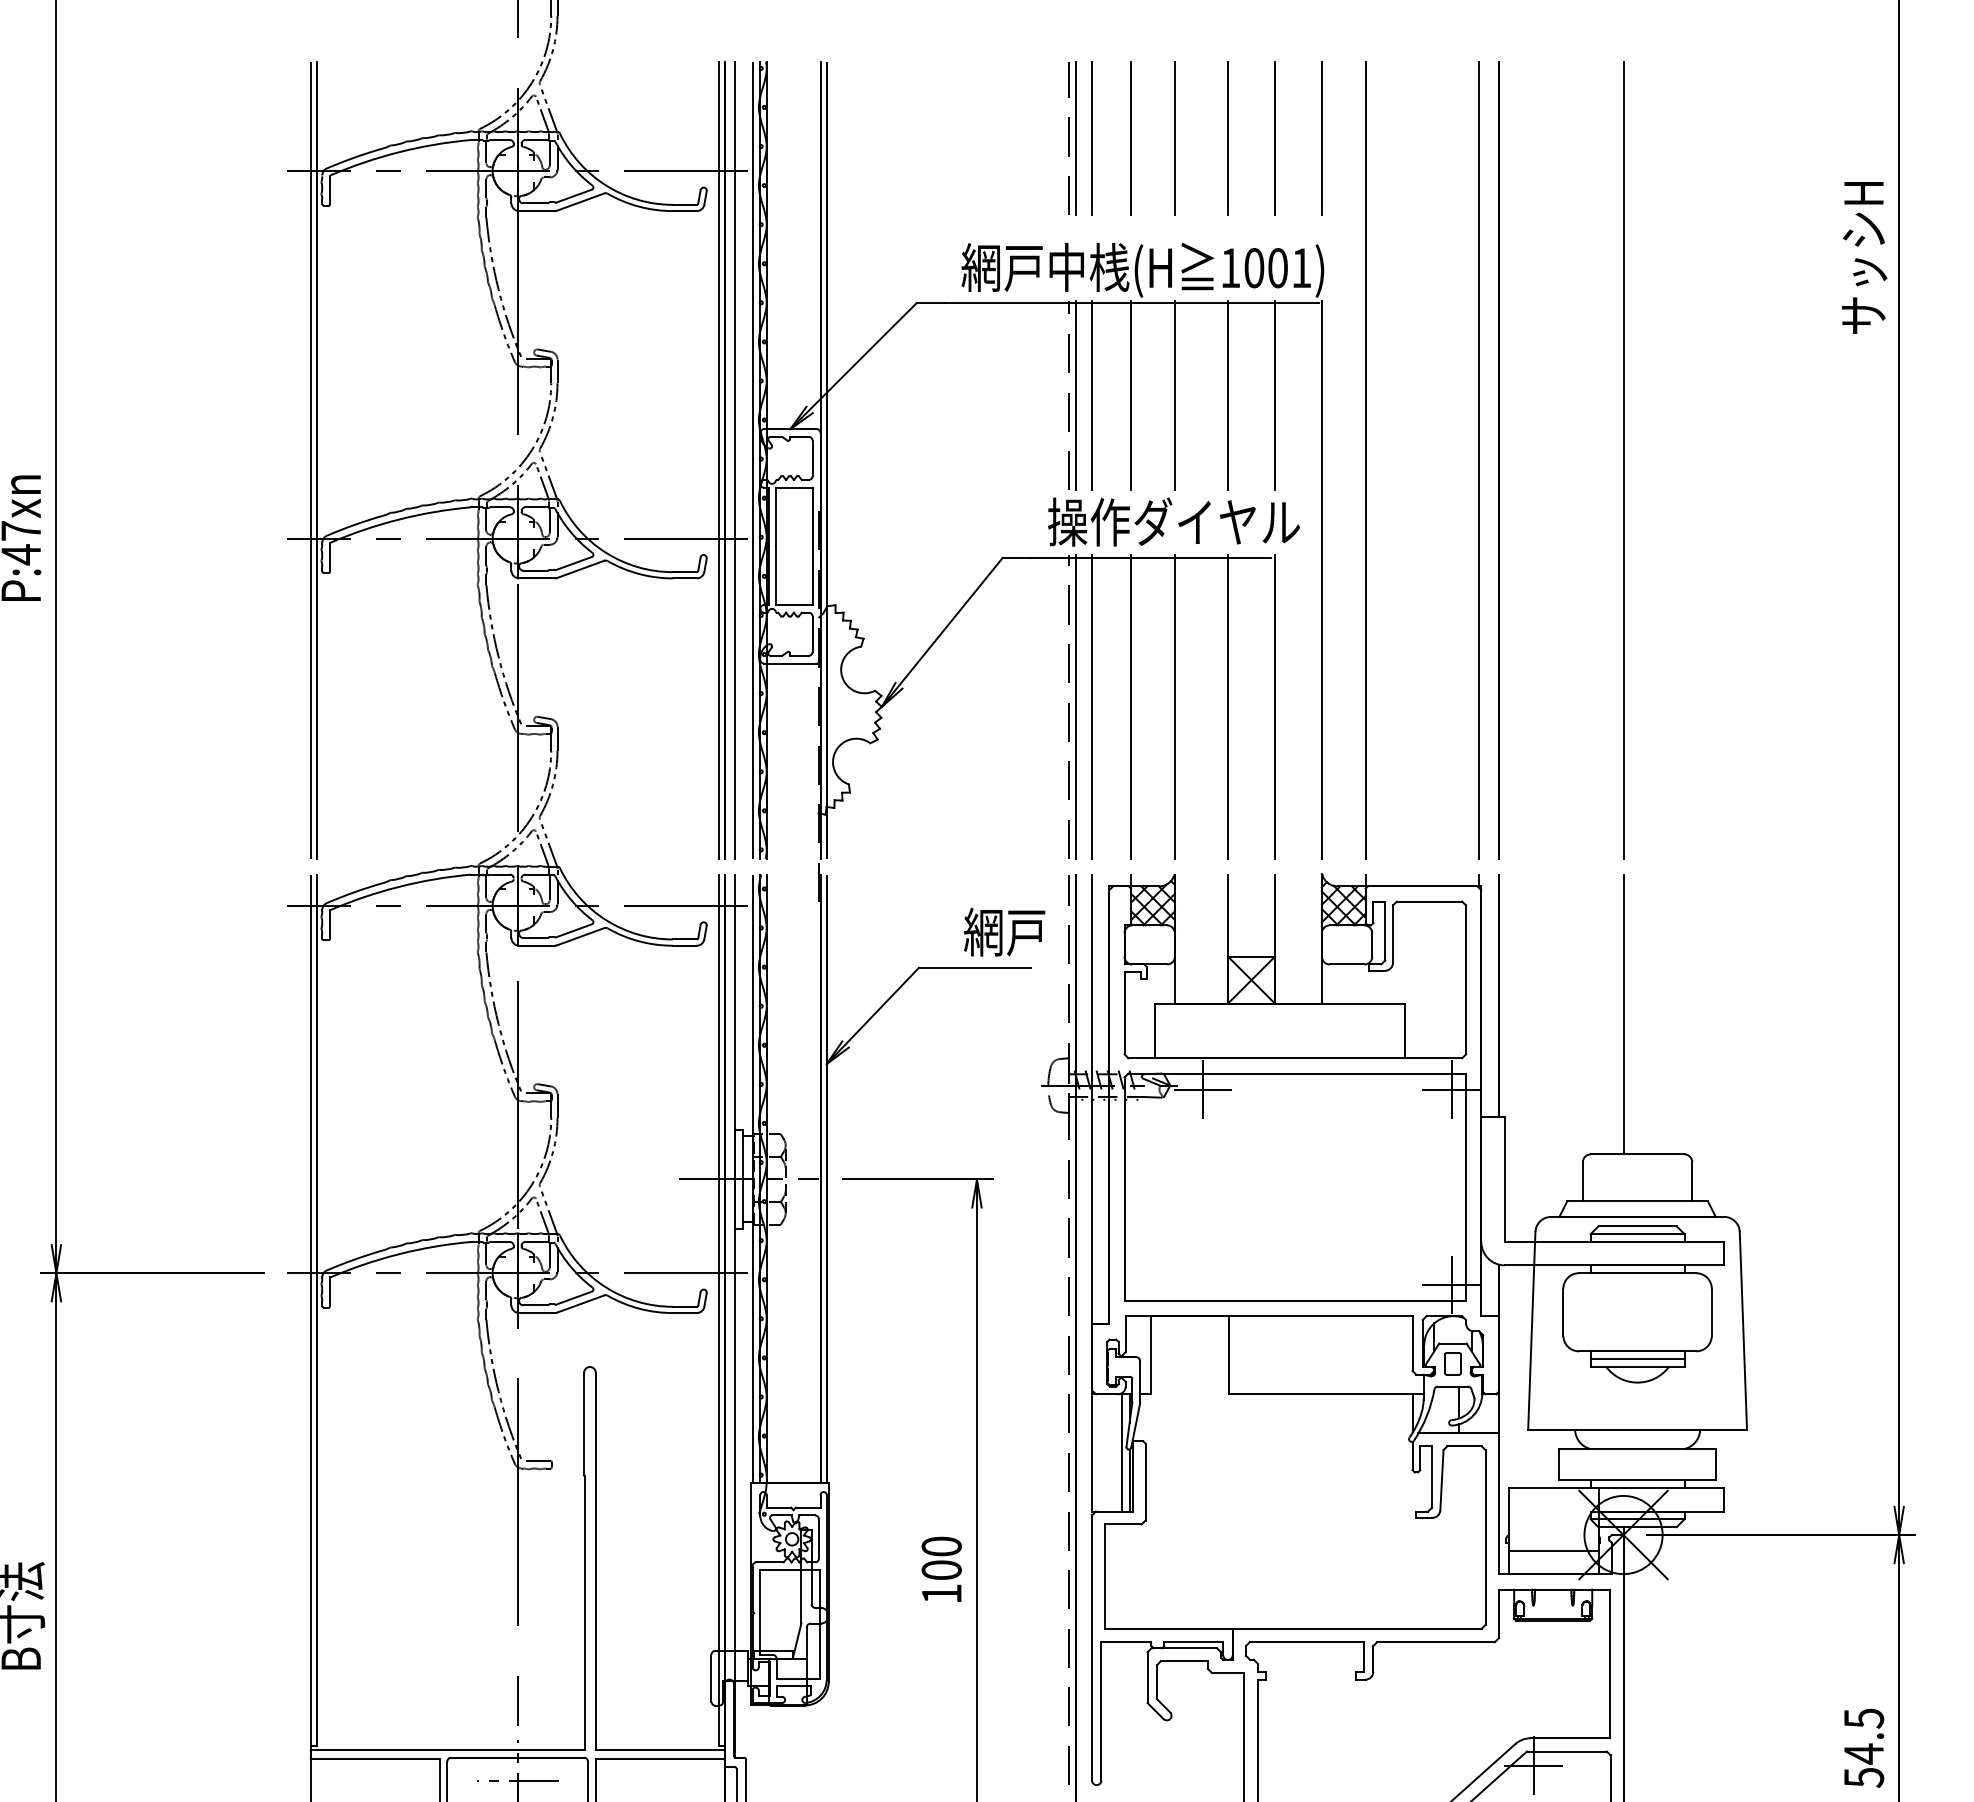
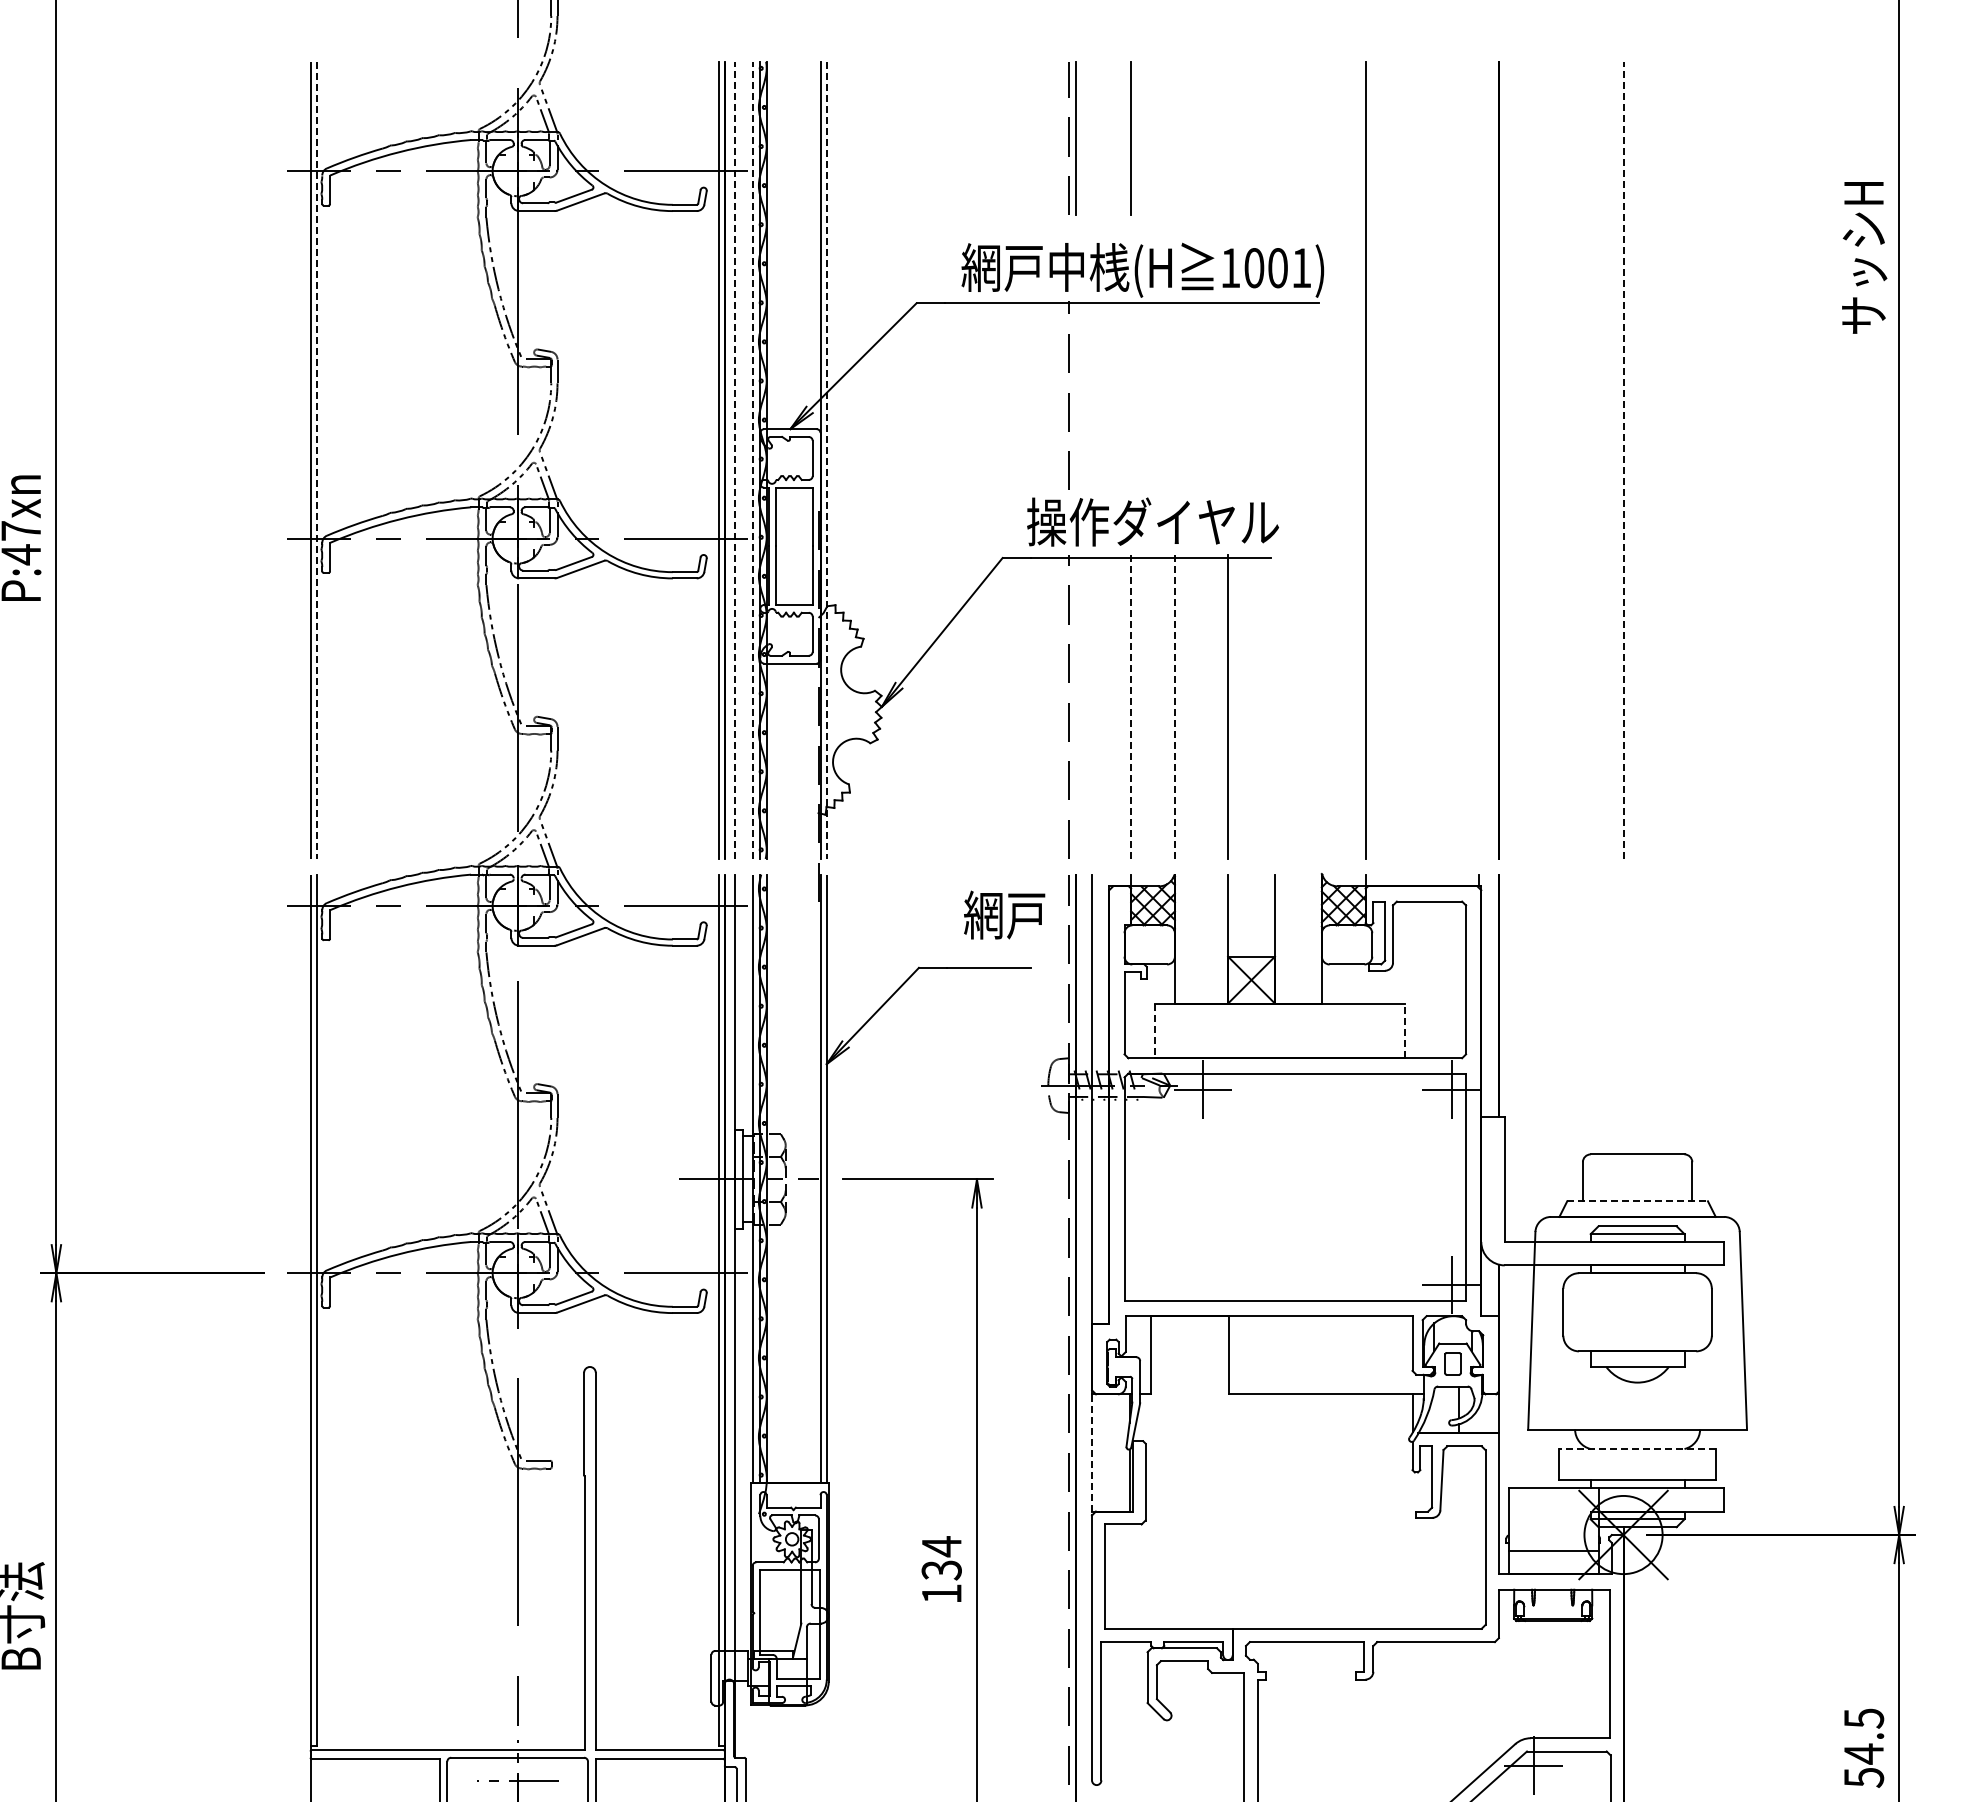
line at (1091, 138): present -> none
line at (1174, 138): present -> none
line at (1228, 138): present -> none
line at (1274, 138): present -> none
line at (1321, 138): present -> none
line at (1076, 395): present -> none
line at (1092, 395): present -> none
line at (1131, 395): present -> none
line at (1174, 395): present -> none
line at (1228, 395): present -> none
line at (1274, 395): present -> none
line at (1478, 459): present -> none
line at (316, 460): solid -> dashed
line at (734, 460): solid -> dashed
line at (752, 460): solid -> dashed
line at (826, 460): solid -> dashed
line at (1623, 460): solid -> dashed
text at (1173, 521) position: (1173, 521) -> (1152, 521)
line at (1321, 579): present -> none
line at (1076, 706): present -> none
line at (1092, 706): present -> none
line at (1274, 706): present -> none
line at (1131, 707): solid -> dashed
line at (1174, 707): solid -> dashed
text at (1004, 931) position: (1004, 931) -> (1004, 914)
line at (1623, 1014): present -> none
line at (1404, 1030): solid -> dashed
line at (1154, 1031): solid -> dashed
line at (1638, 1201): solid -> dashed
line at (1637, 1359): present -> none
line at (1637, 1449): solid -> dashed
line at (1092, 1452): solid -> dashed
line at (1121, 1452): present -> none
text at (941, 1558): 100 -> 134
